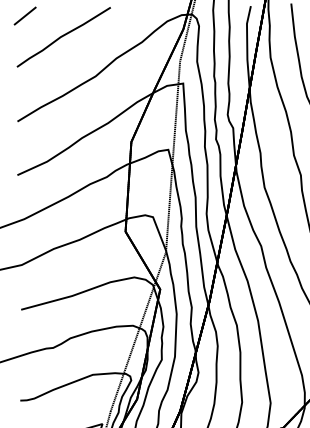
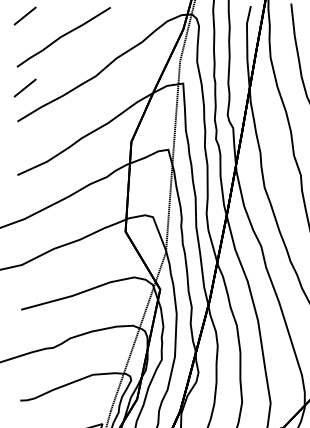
line at (24, 87): none -> present
